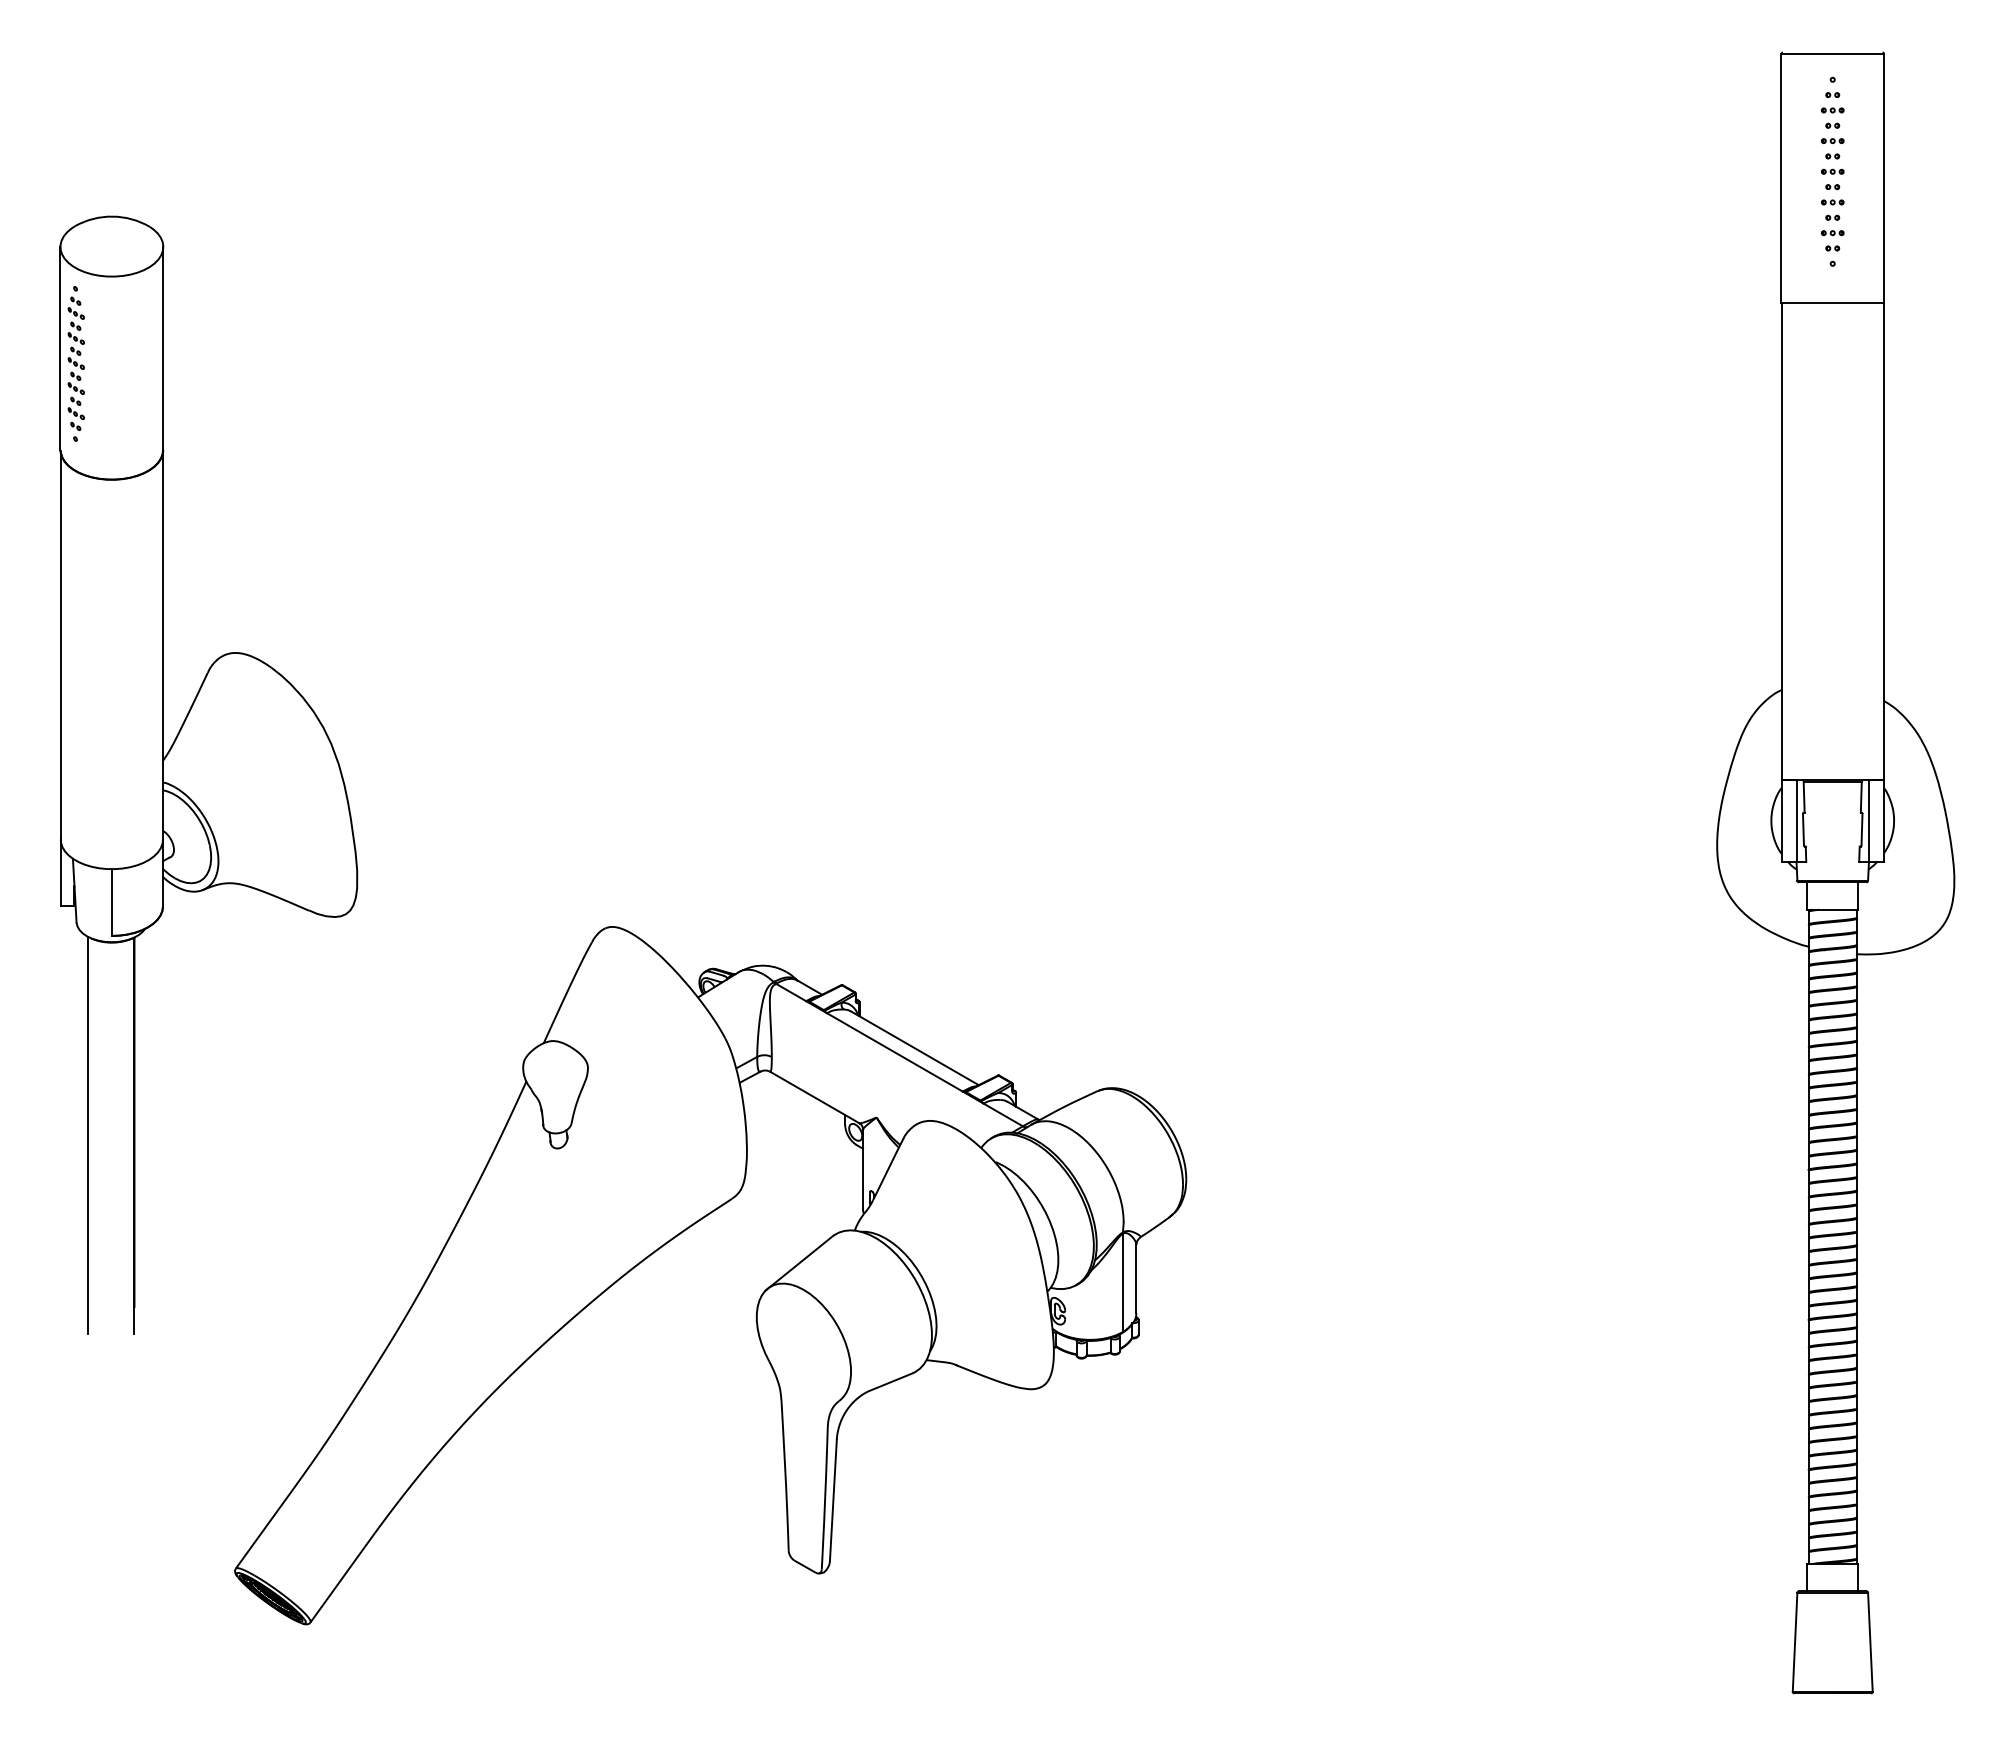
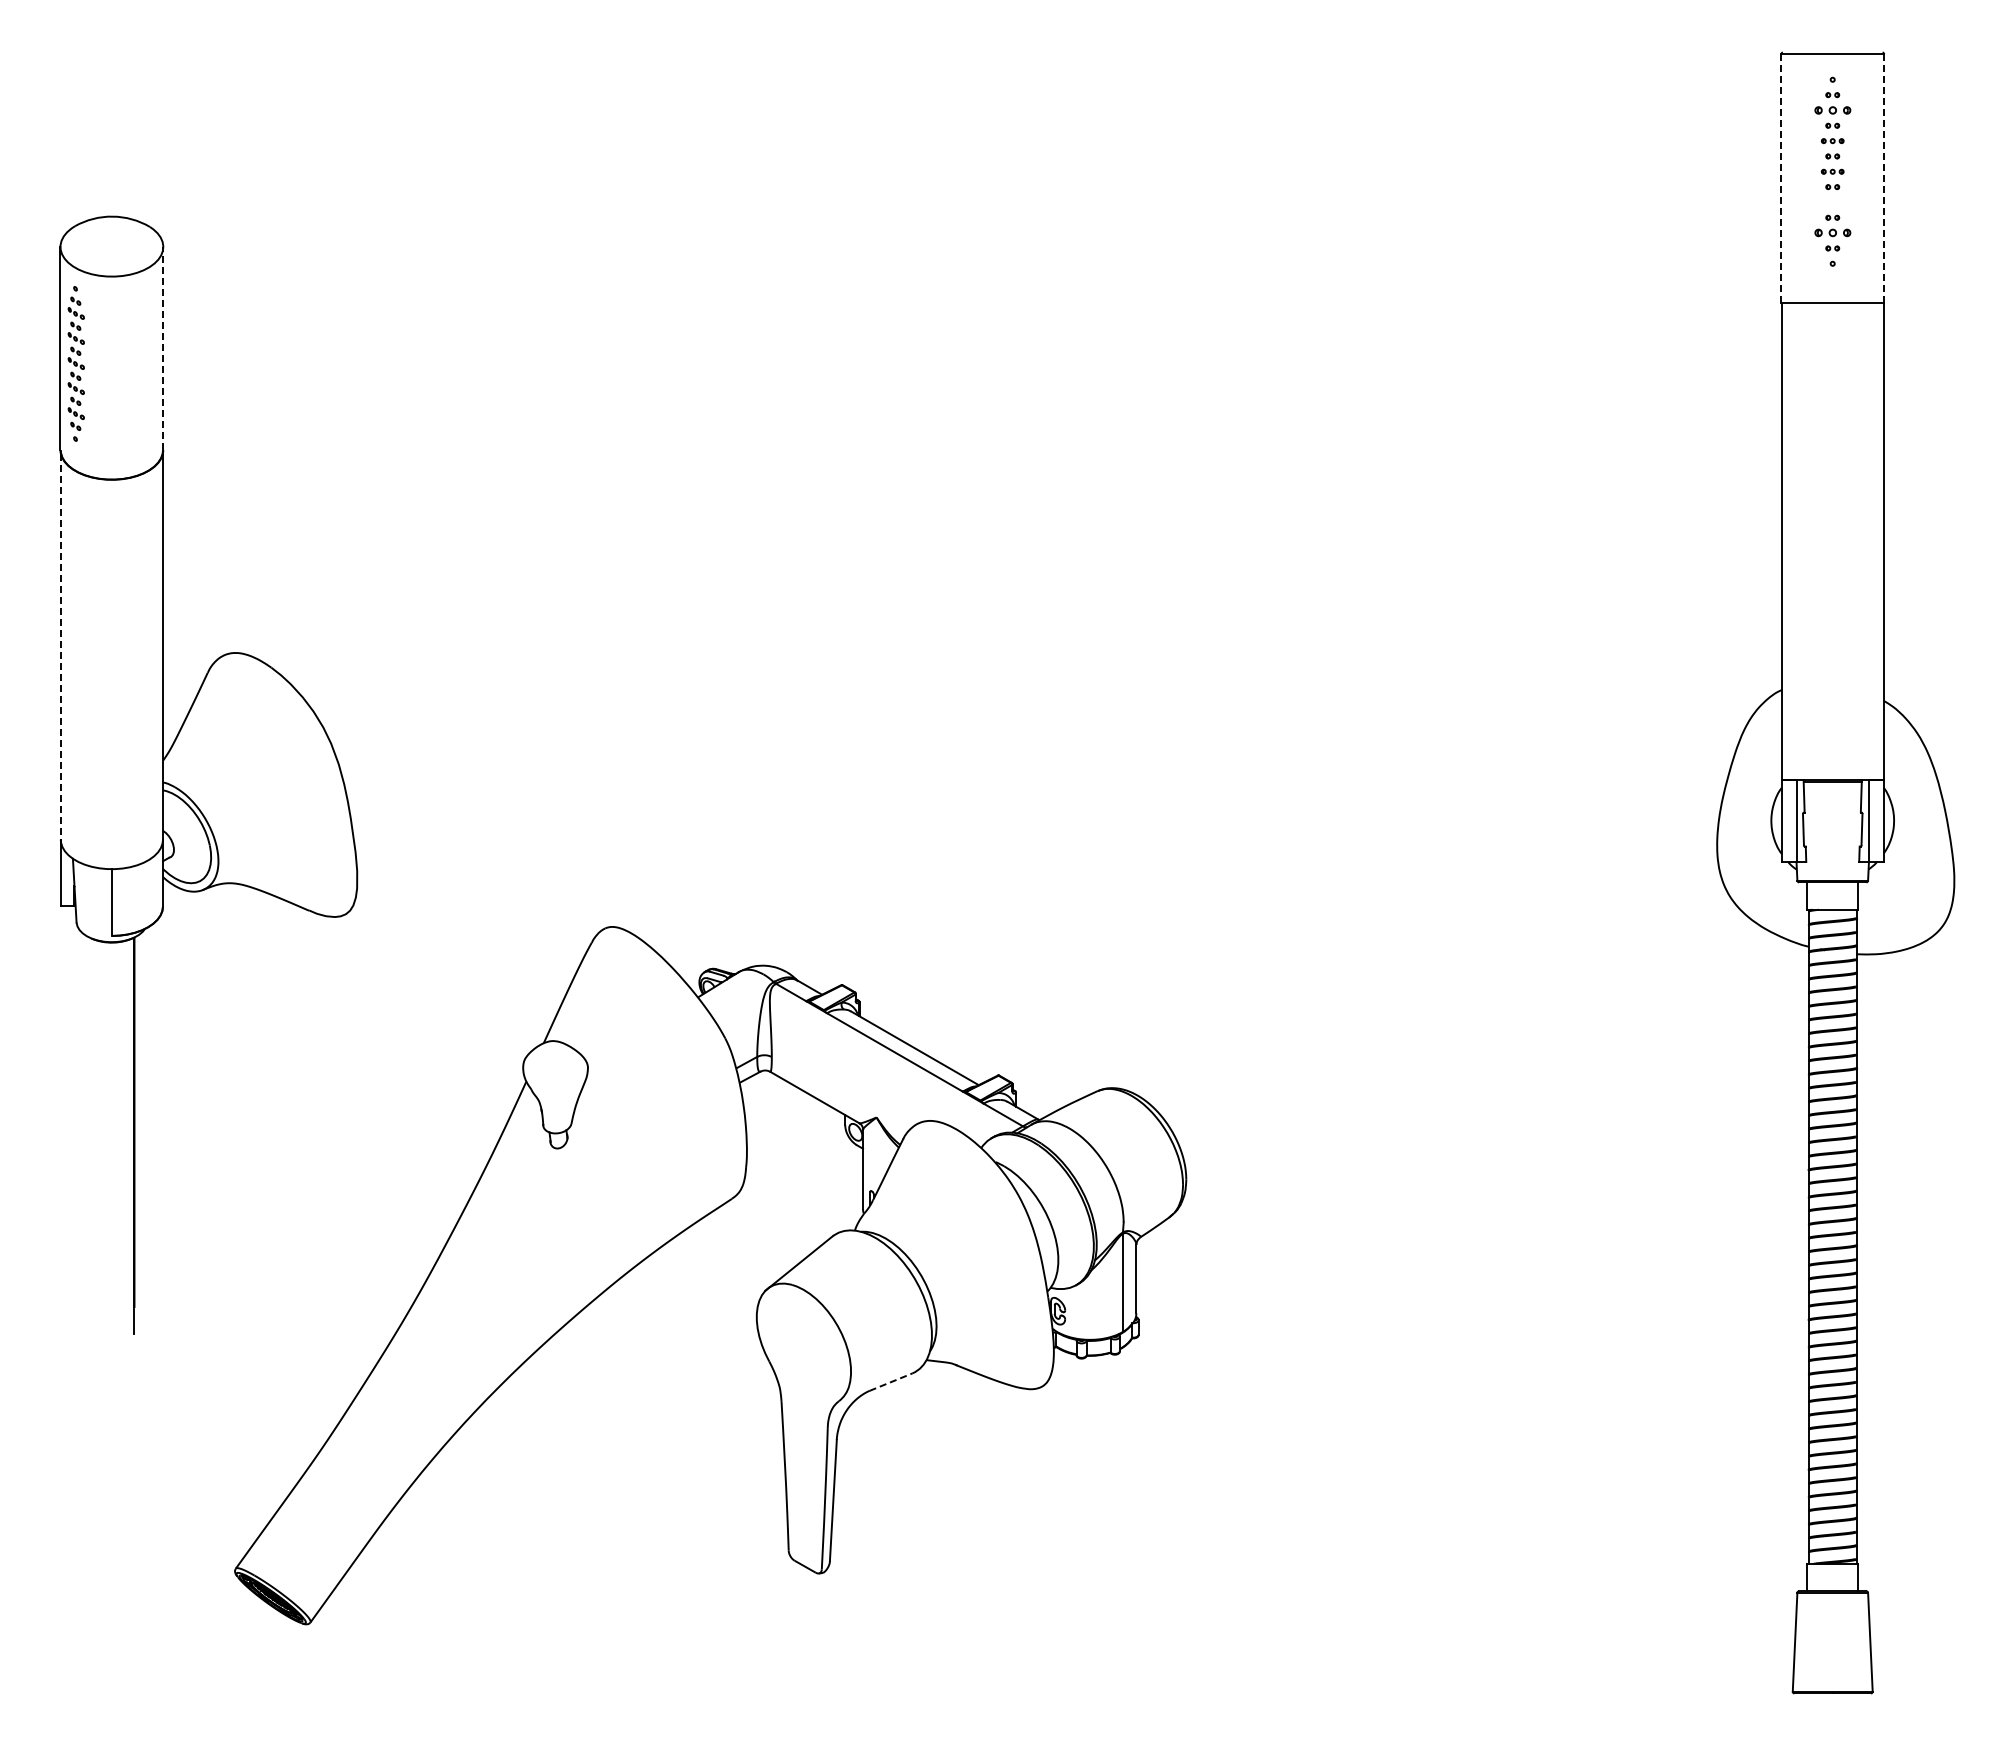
part at (1832, 110) size: 25x7 px -> 38x9 px
line at (1884, 178): solid -> dashed
line at (1781, 179): solid -> dashed
part at (1832, 202): present -> none
part at (1832, 233) size: 25x7 px -> 38x10 px
line at (163, 348): solid -> dashed
line at (60, 647): solid -> dashed
line at (88, 1135): present -> none
line at (891, 1382): solid -> dashed
